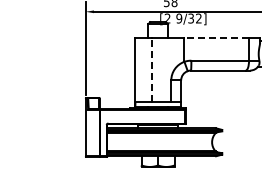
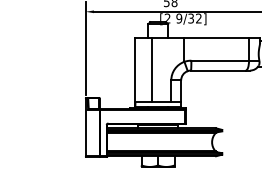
line at (216, 37): dashed -> solid
line at (151, 69): dashed -> solid
